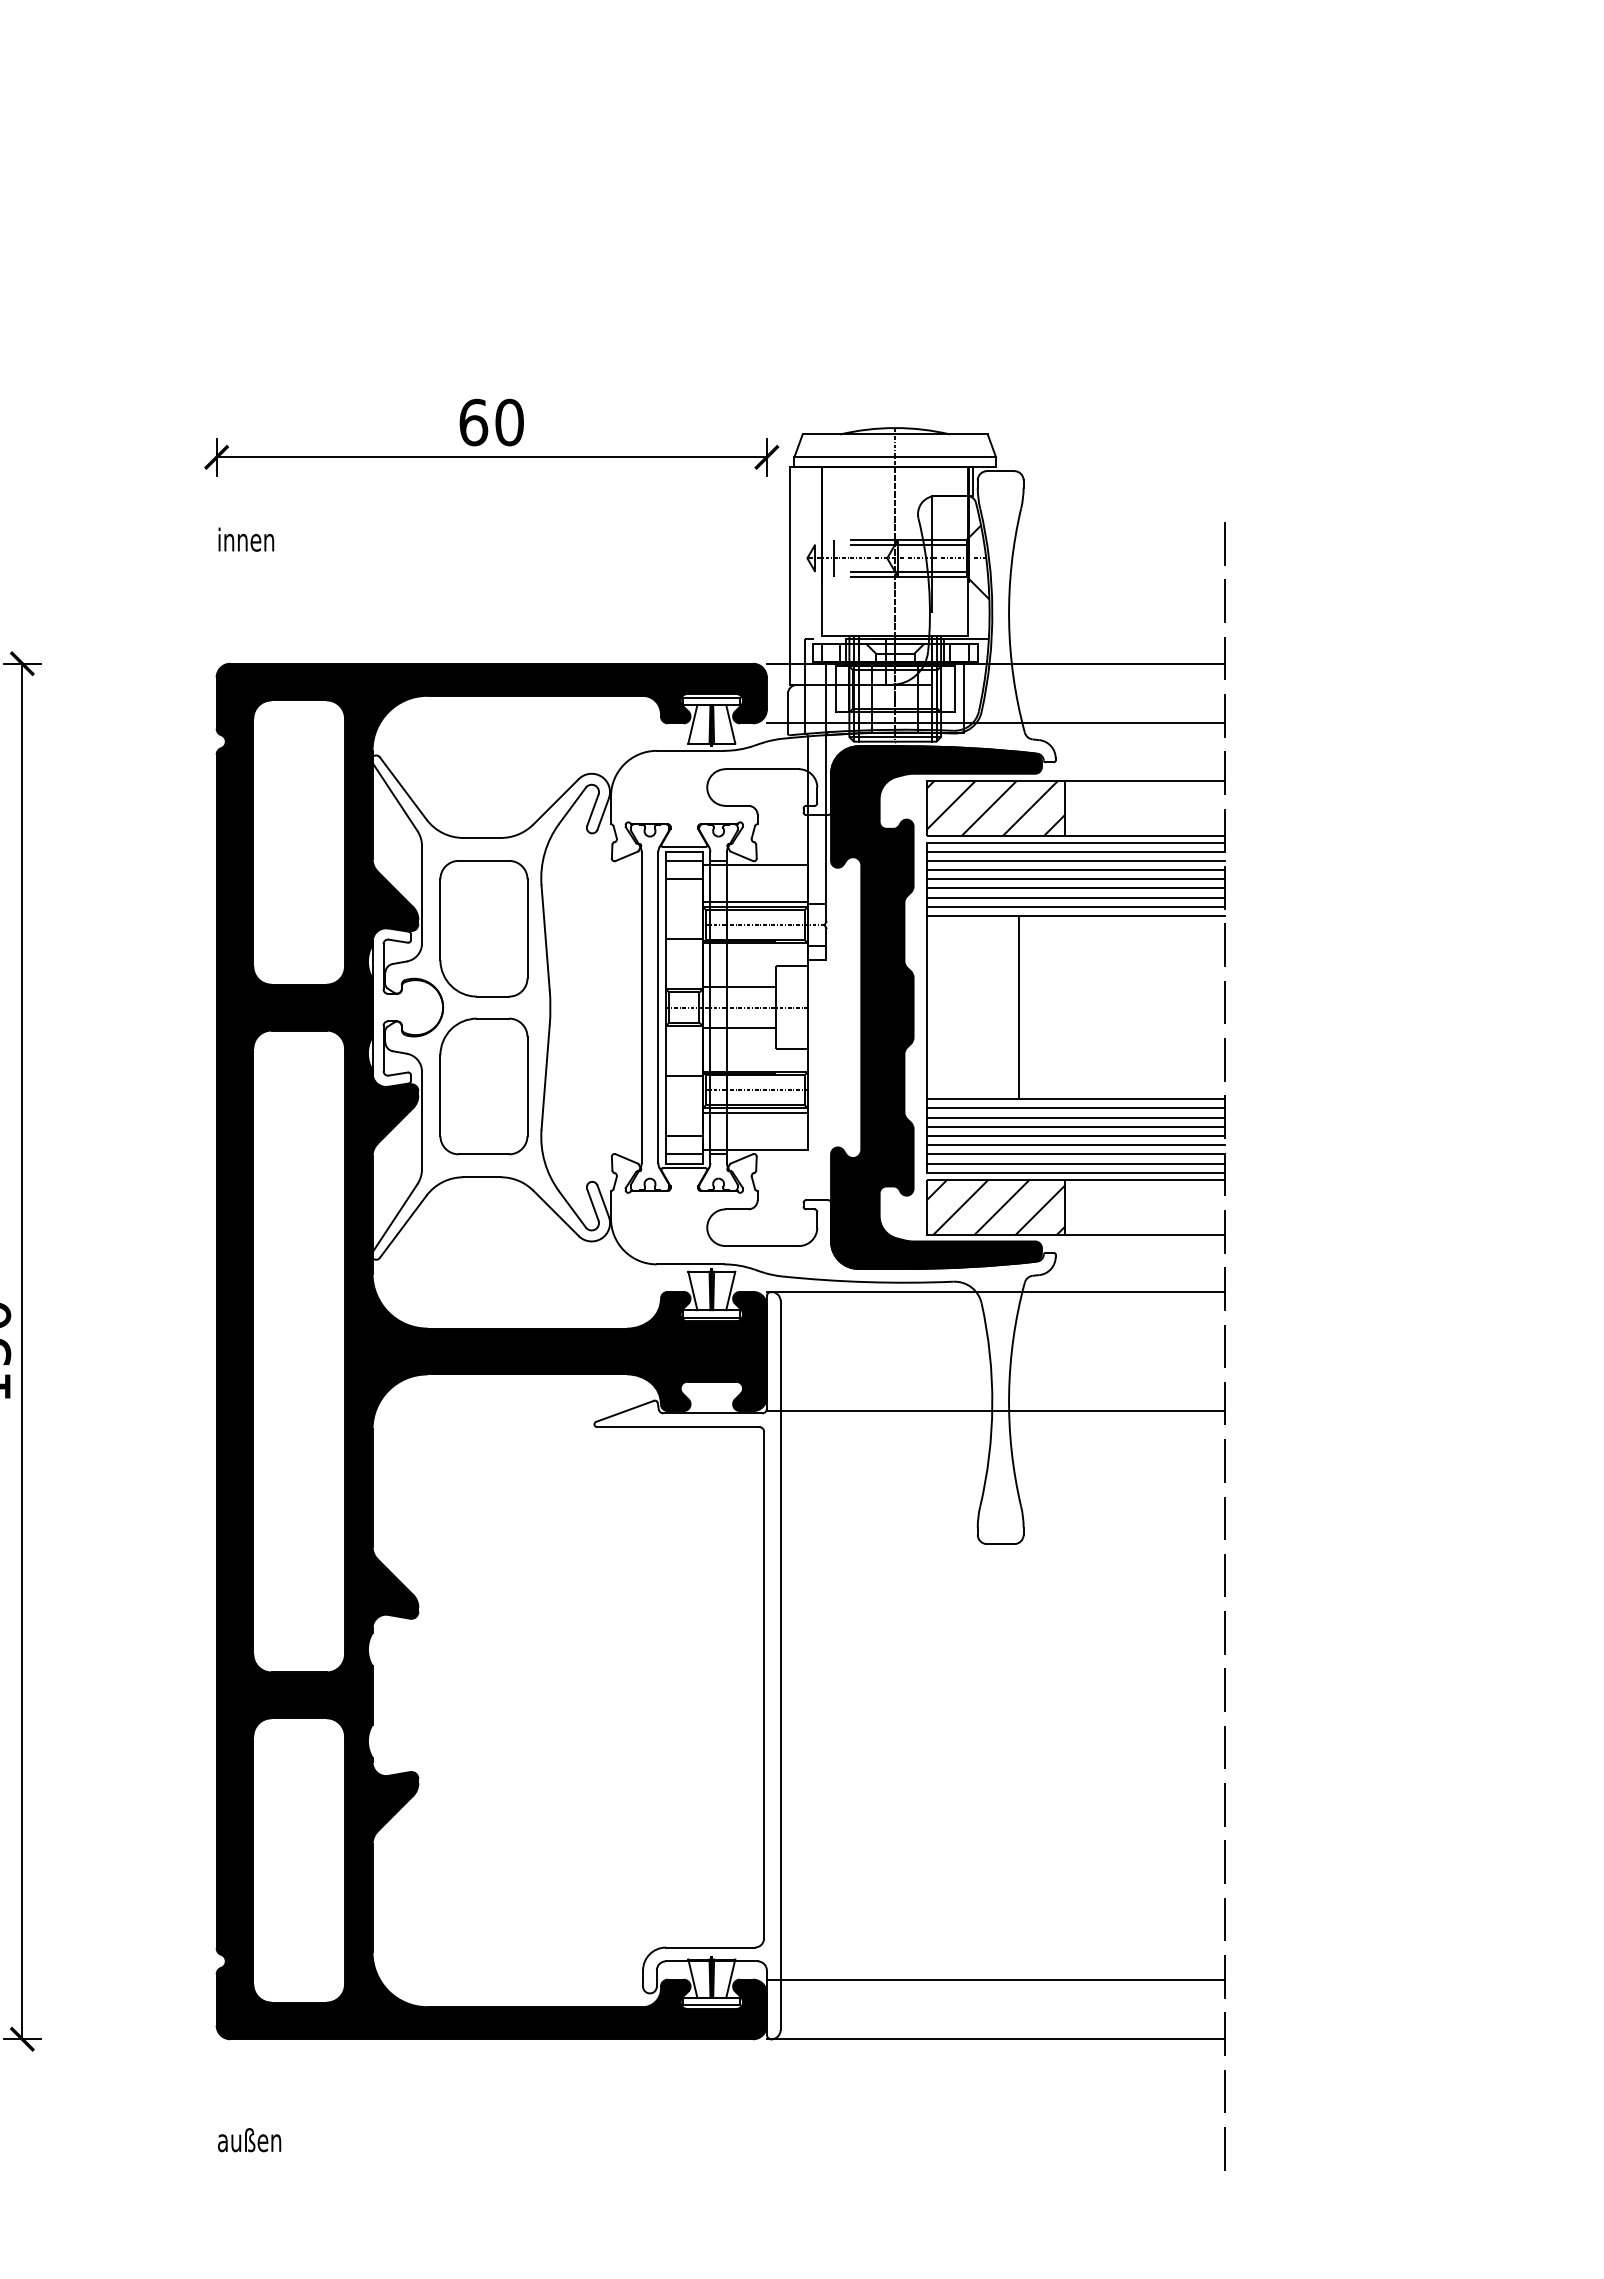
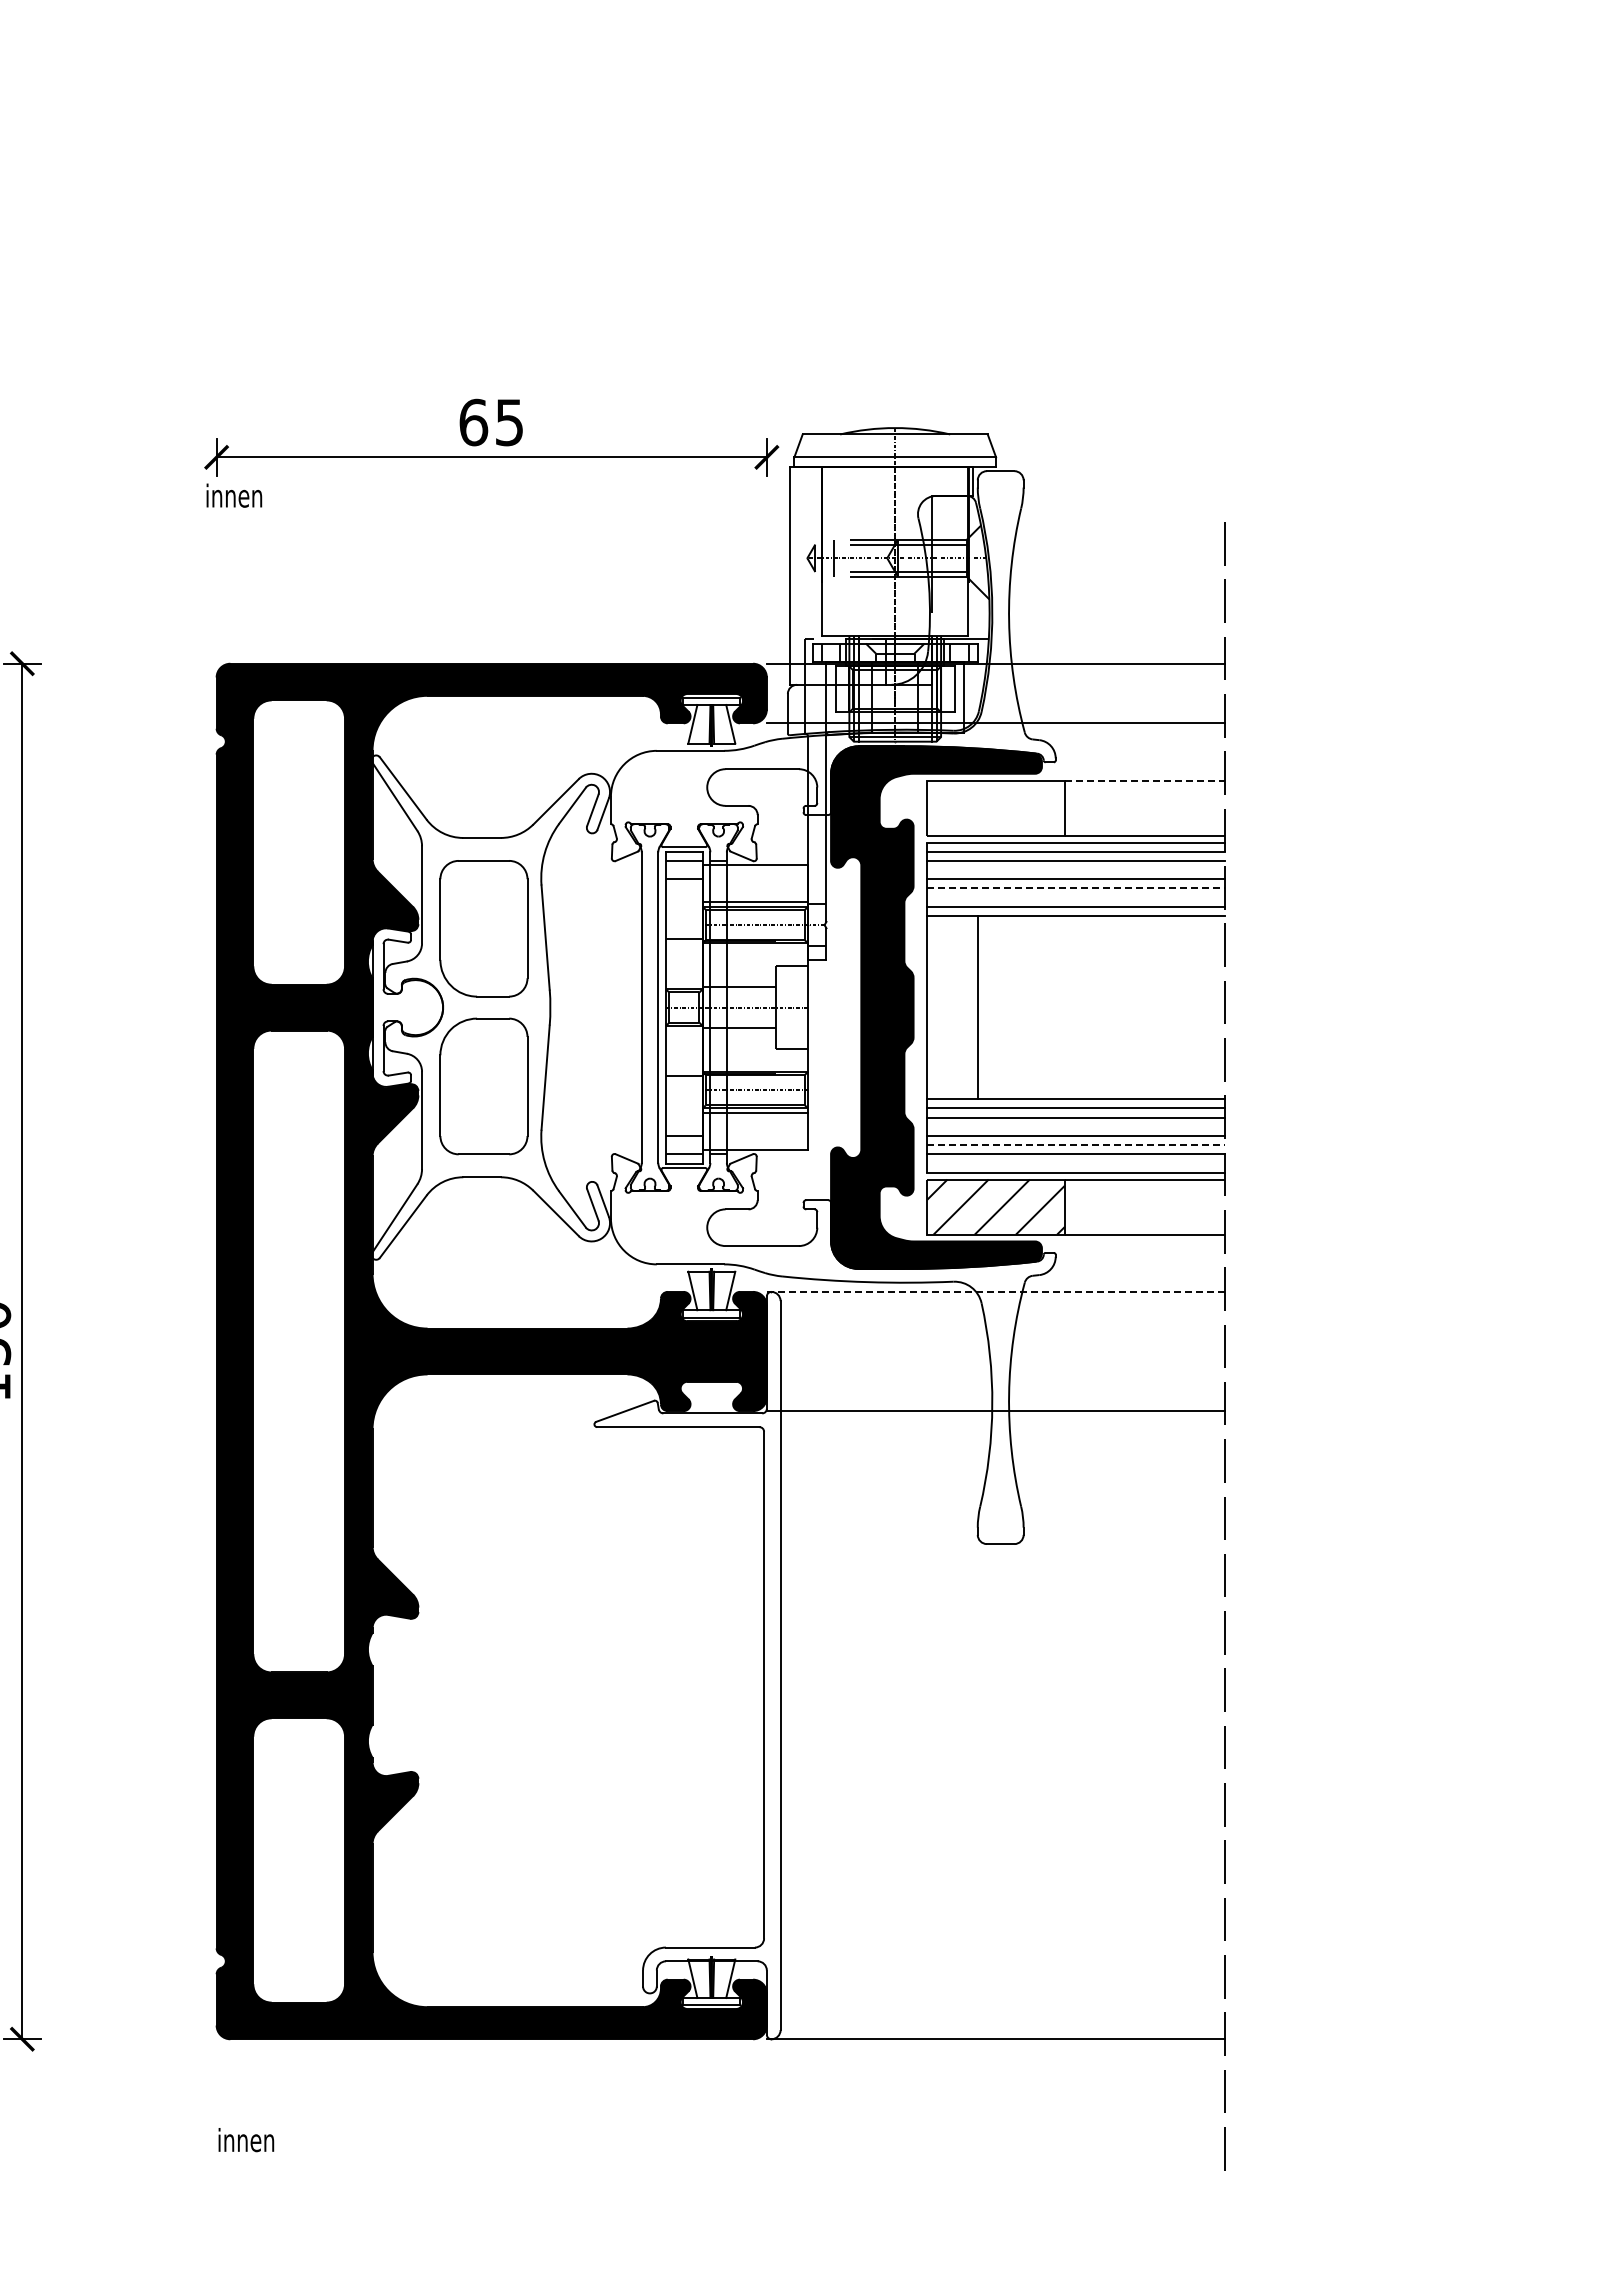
text at (509, 422): 60 -> 65
text at (246, 539) position: (246, 539) -> (234, 495)
line at (1145, 780): solid -> dashed
hatch at (995, 807): present -> none
line at (1076, 870): present -> none
line at (1076, 888): solid -> dashed
line at (1076, 897): present -> none
line at (1019, 1007) position: (1019, 1007) -> (978, 1007)
line at (1076, 1126): present -> none
line at (1076, 1145): solid -> dashed
line at (1076, 1163): present -> none
line at (996, 1291): solid -> dashed
line at (995, 1979): present -> none
text at (249, 2140): außen -> innen
